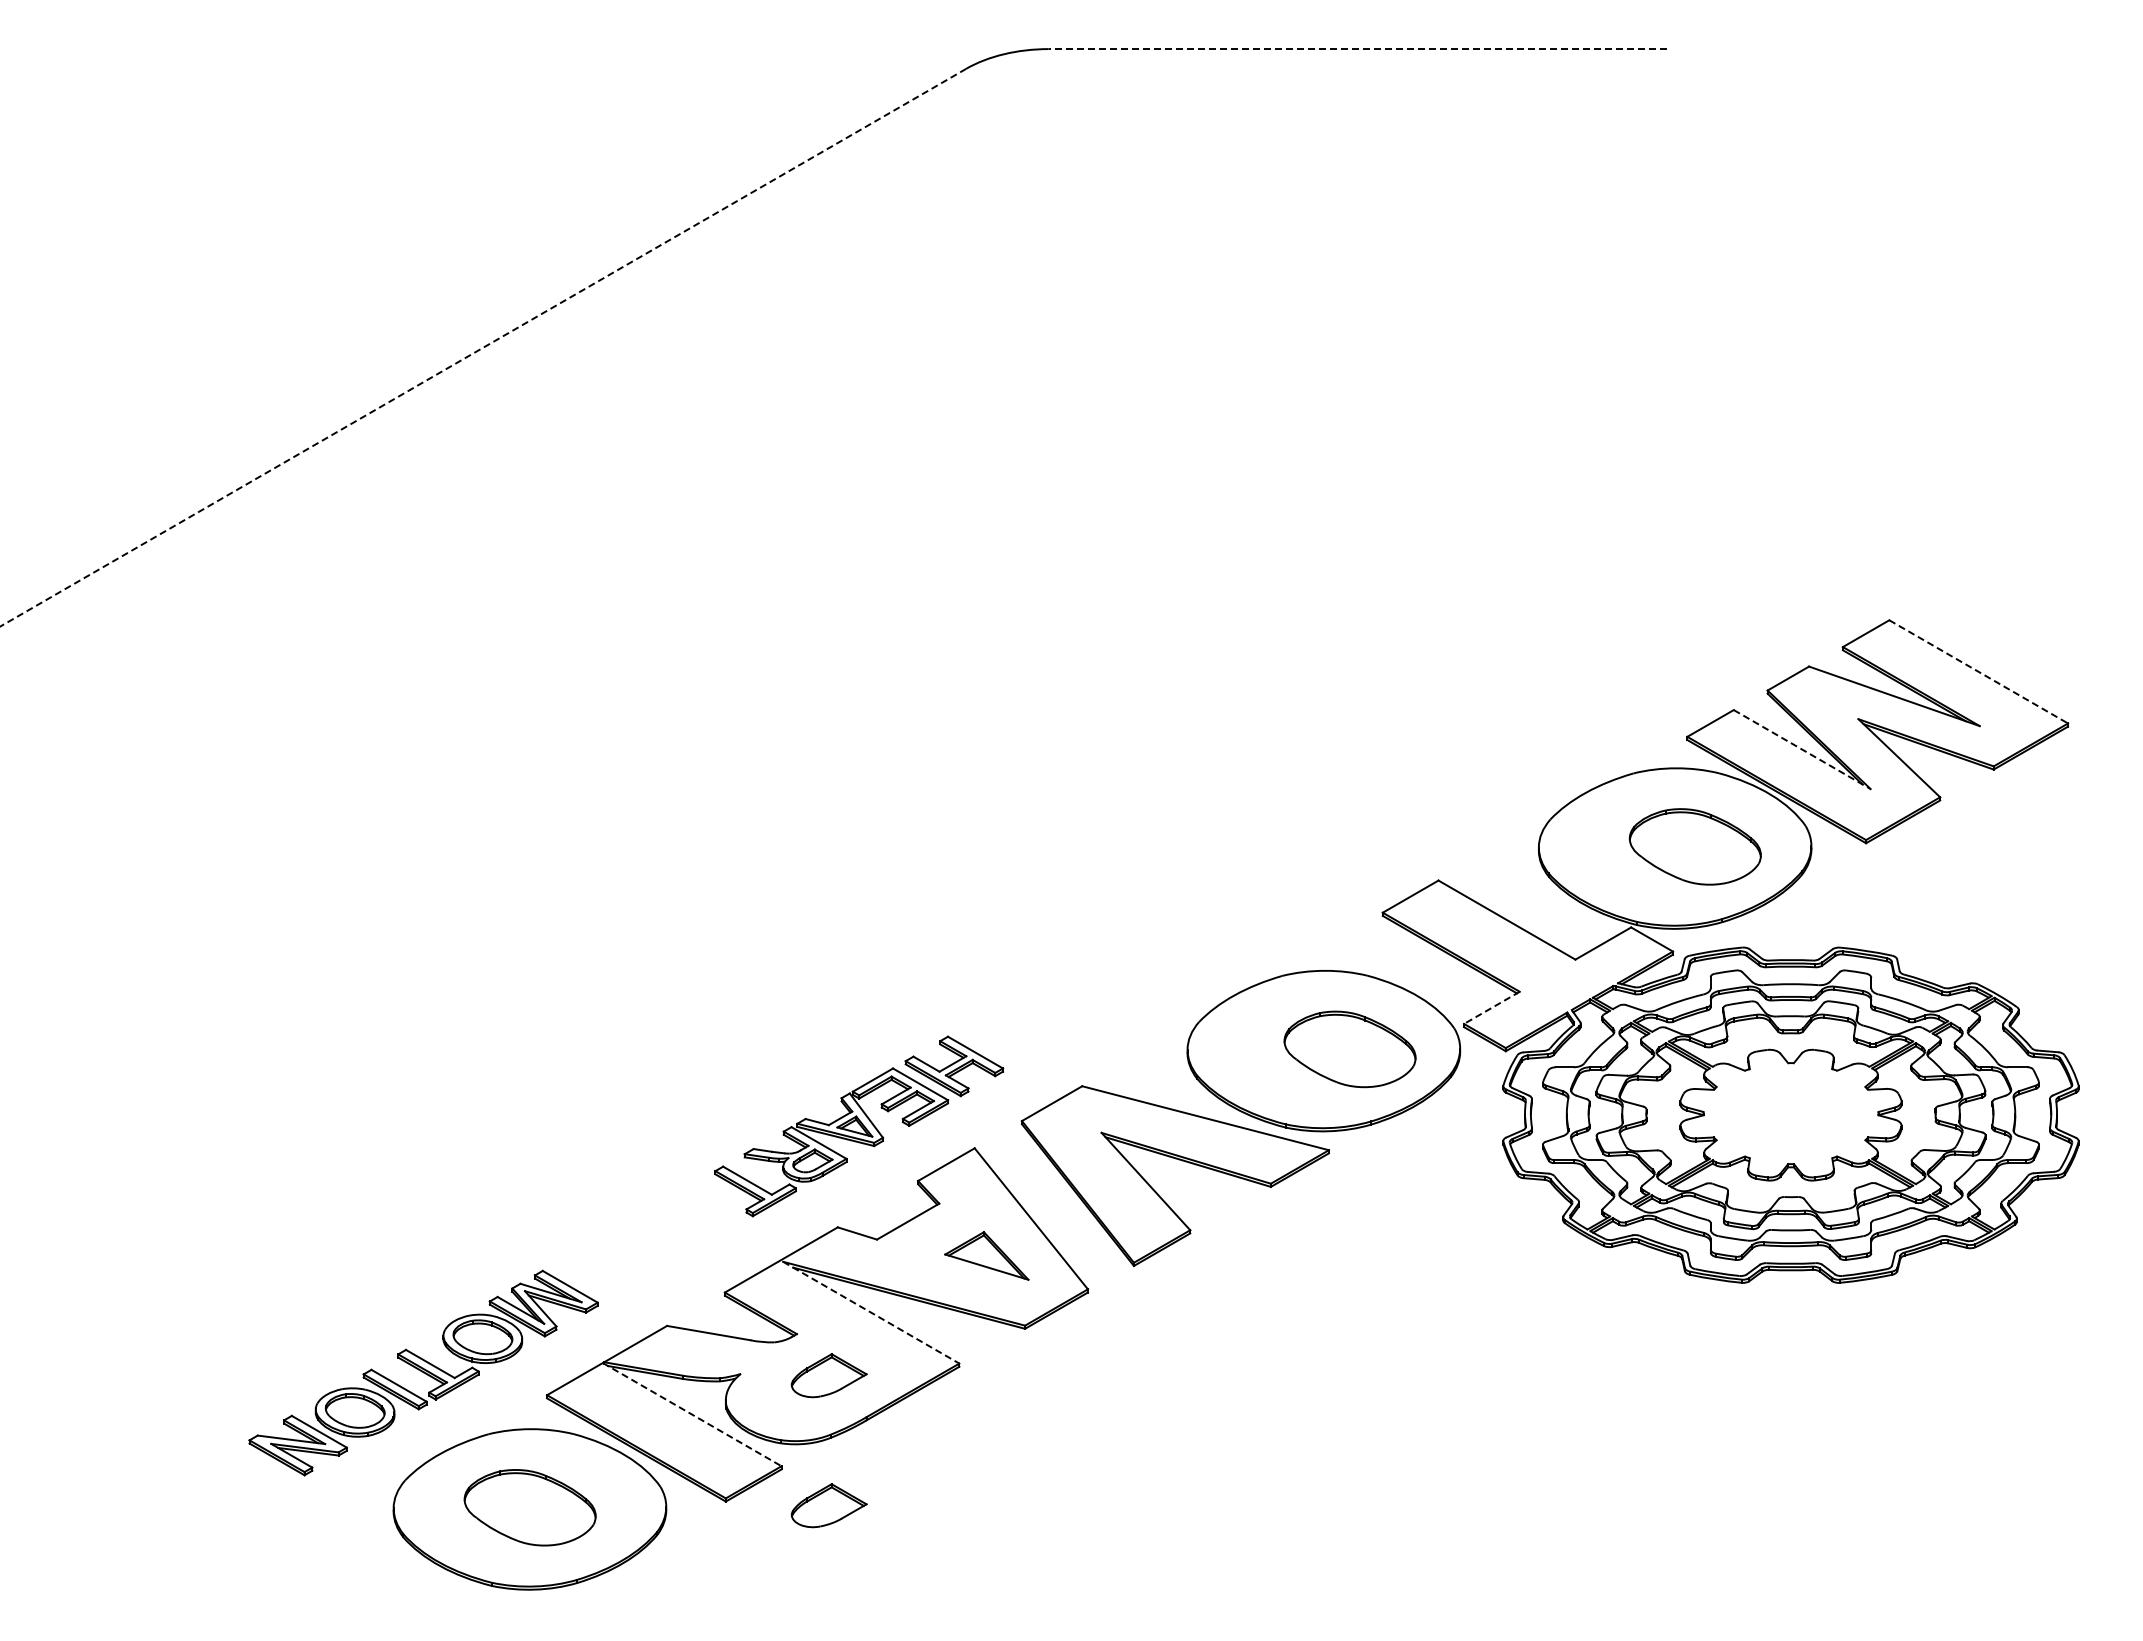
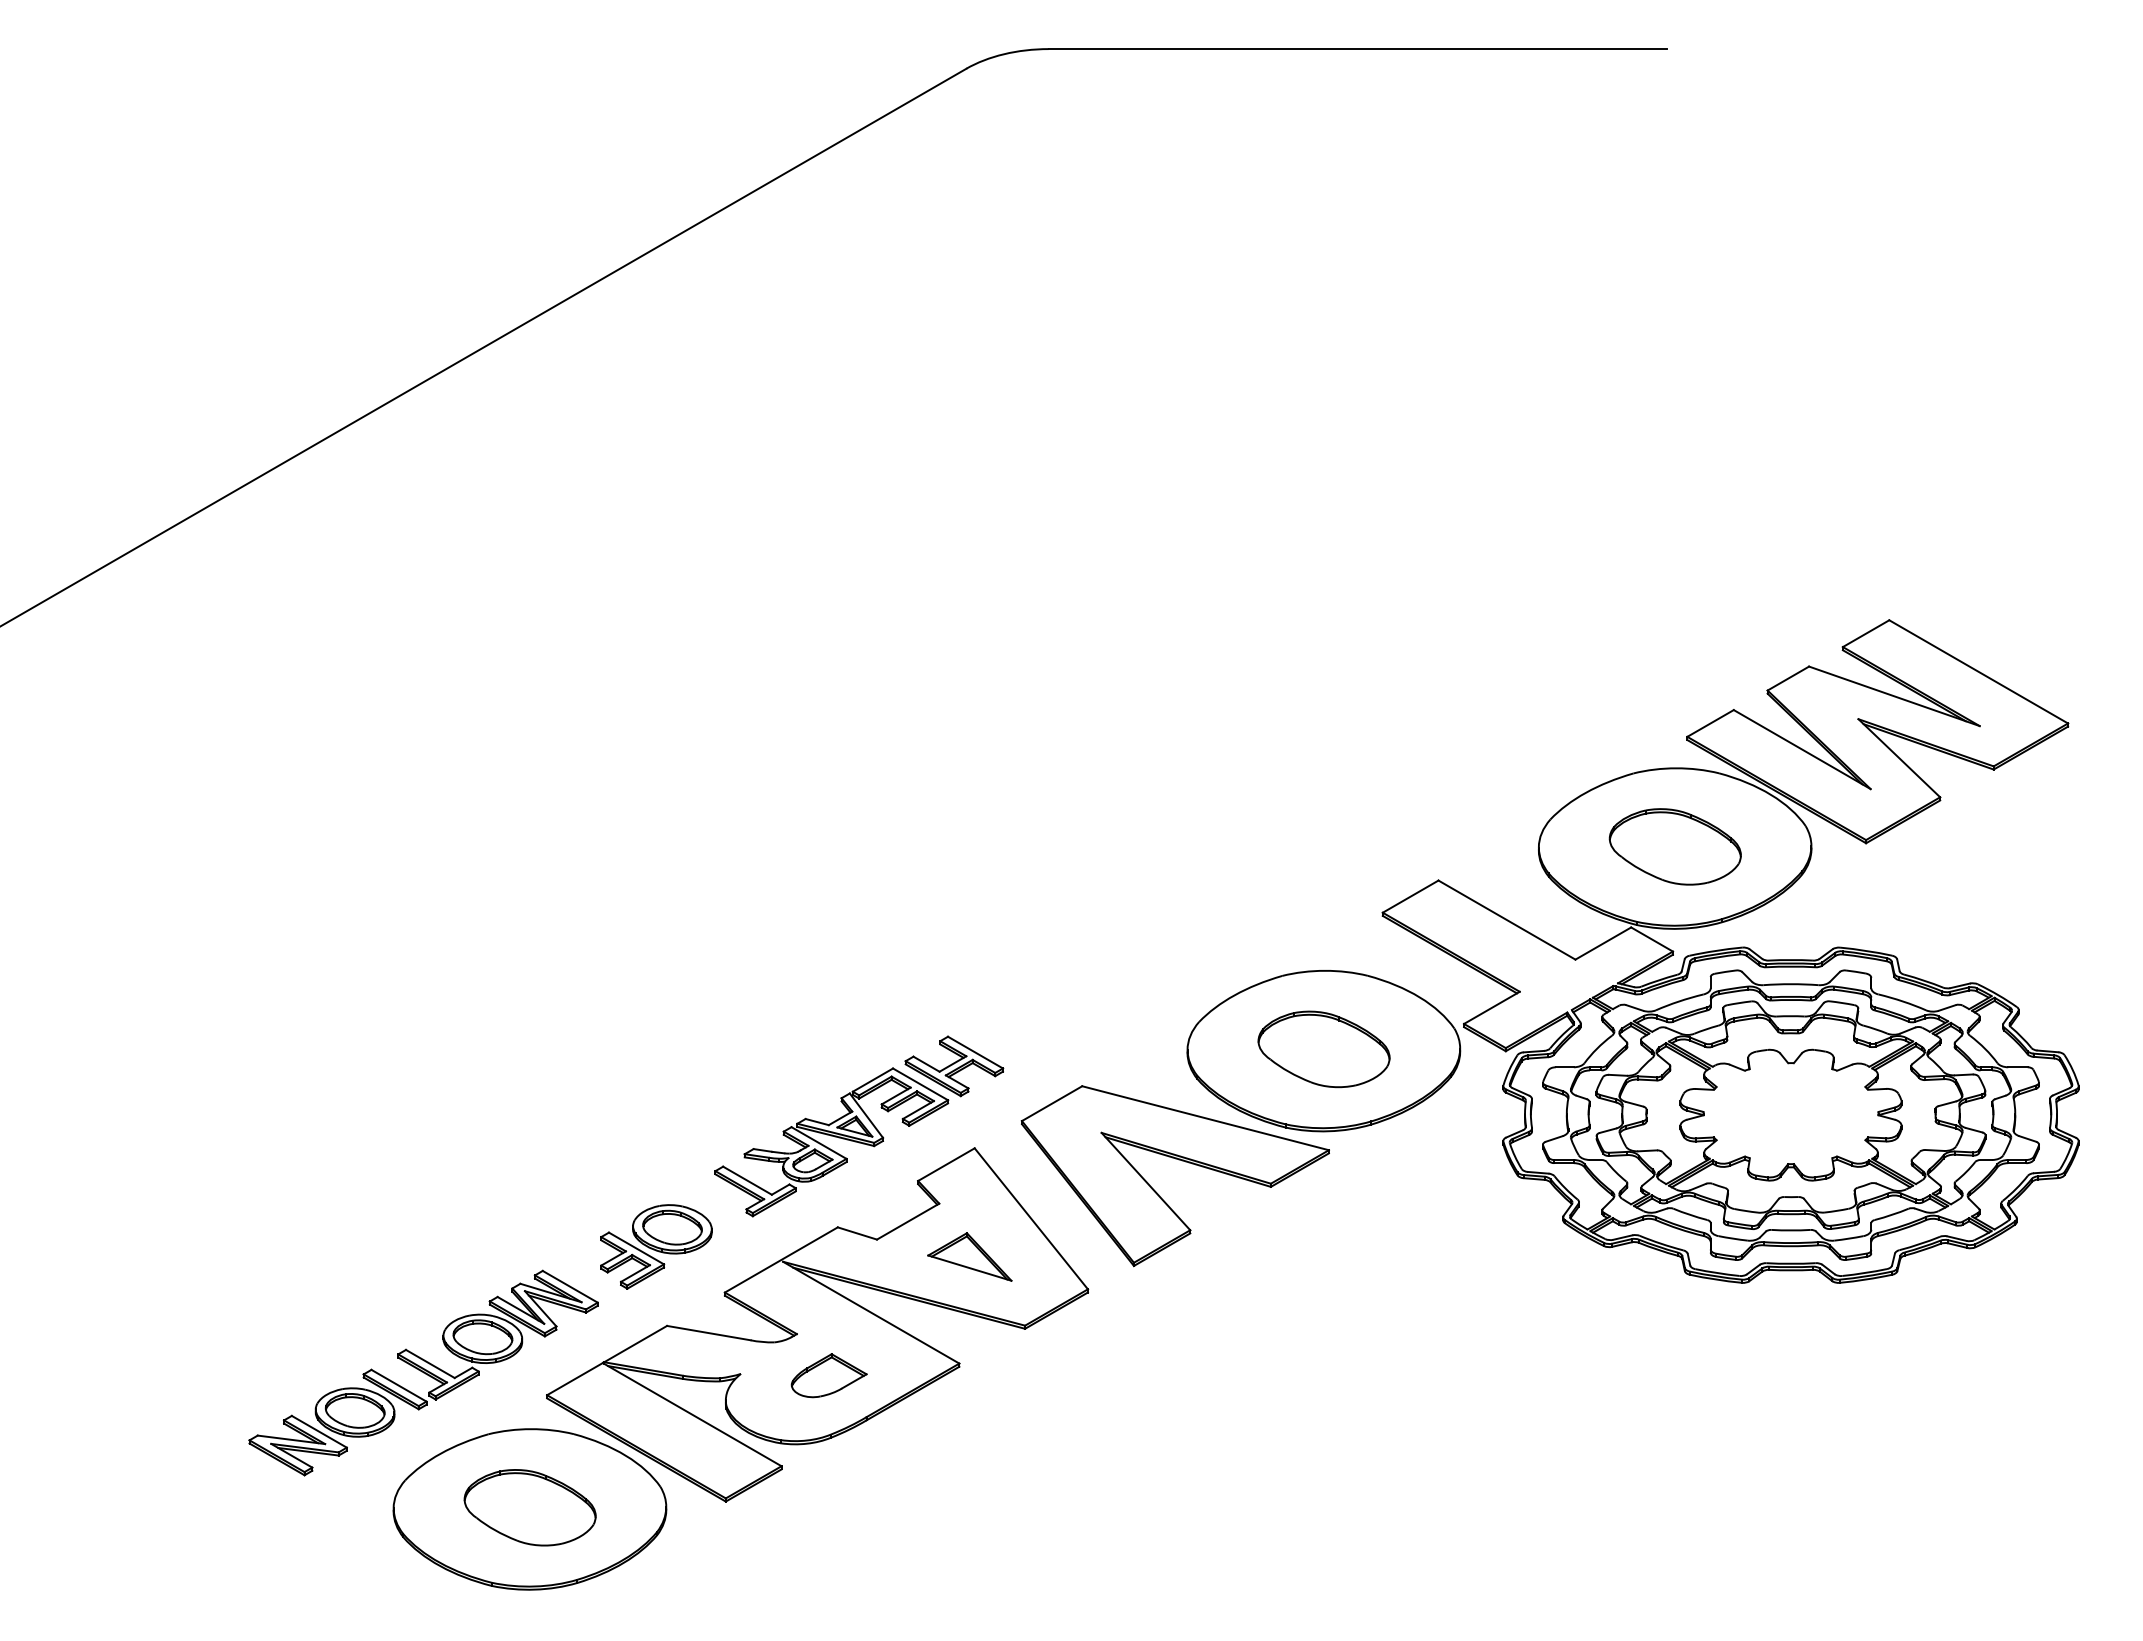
line at (1357, 49): dashed -> solid
line at (483, 347): dashed -> solid
line at (1979, 672): dashed -> solid
line at (1802, 749): dashed -> solid
part at (1694, 846) position: (1694, 846) -> (1674, 846)
line at (1491, 1008): dashed -> solid
part at (1349, 1049) position: (1349, 1049) -> (1323, 1049)
part at (656, 1246): none -> present
part at (986, 1255) position: (986, 1255) -> (969, 1256)
line at (871, 1312): dashed -> solid
line at (692, 1414): dashed -> solid
part at (828, 1505): present -> none
